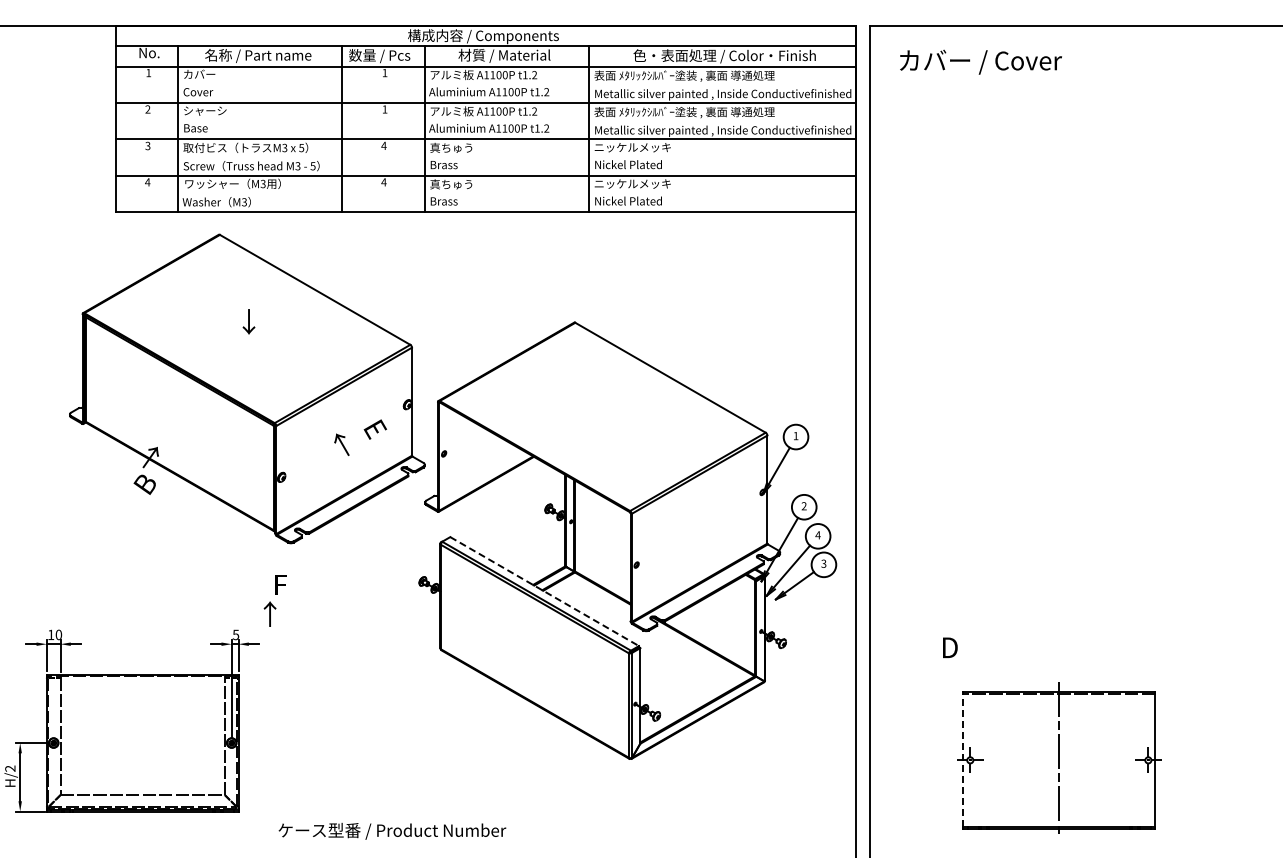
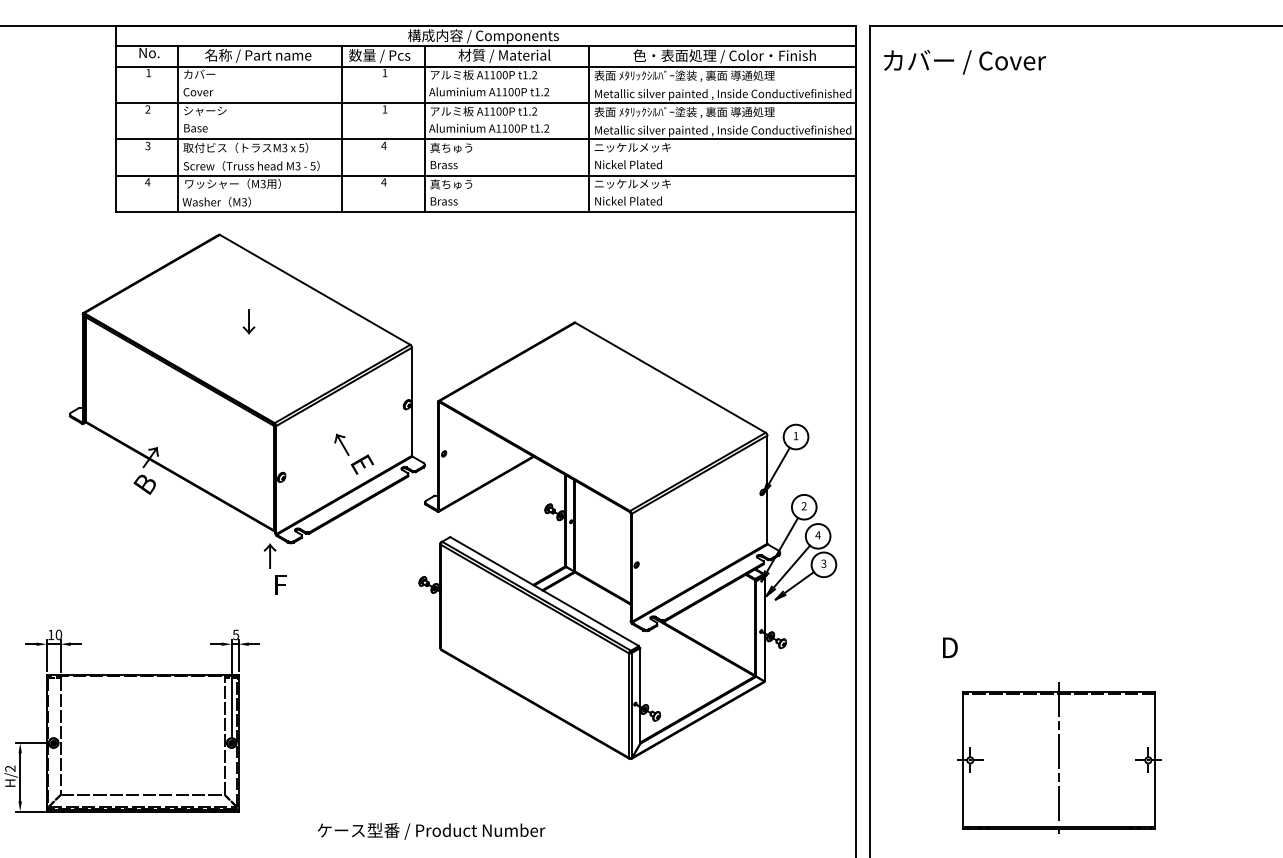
text at (980, 61) position: (980, 61) -> (964, 61)
text at (374, 429) position: (374, 429) -> (361, 464)
line at (544, 591): dashed -> solid
text at (269, 613) position: (269, 613) -> (269, 555)
line at (963, 759): dashed -> solid
text at (392, 831) position: (392, 831) -> (431, 831)
